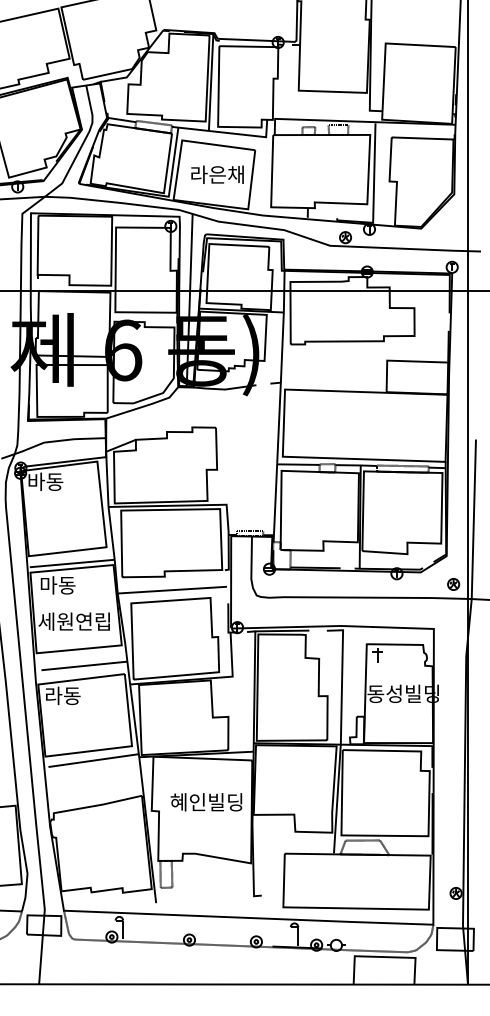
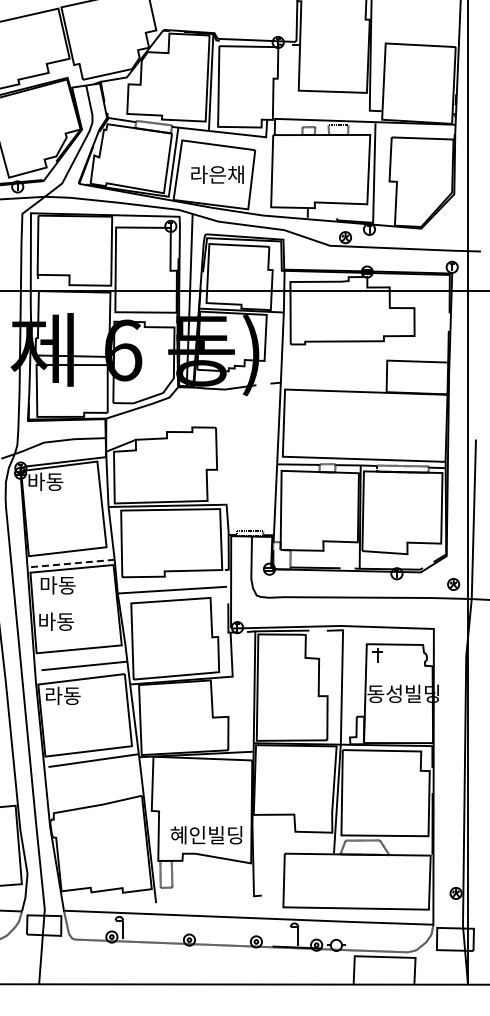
line at (71, 563): solid -> dashed
text at (73, 621): 세원연립 -> 바동
text at (206, 802) position: (206, 802) -> (206, 835)
